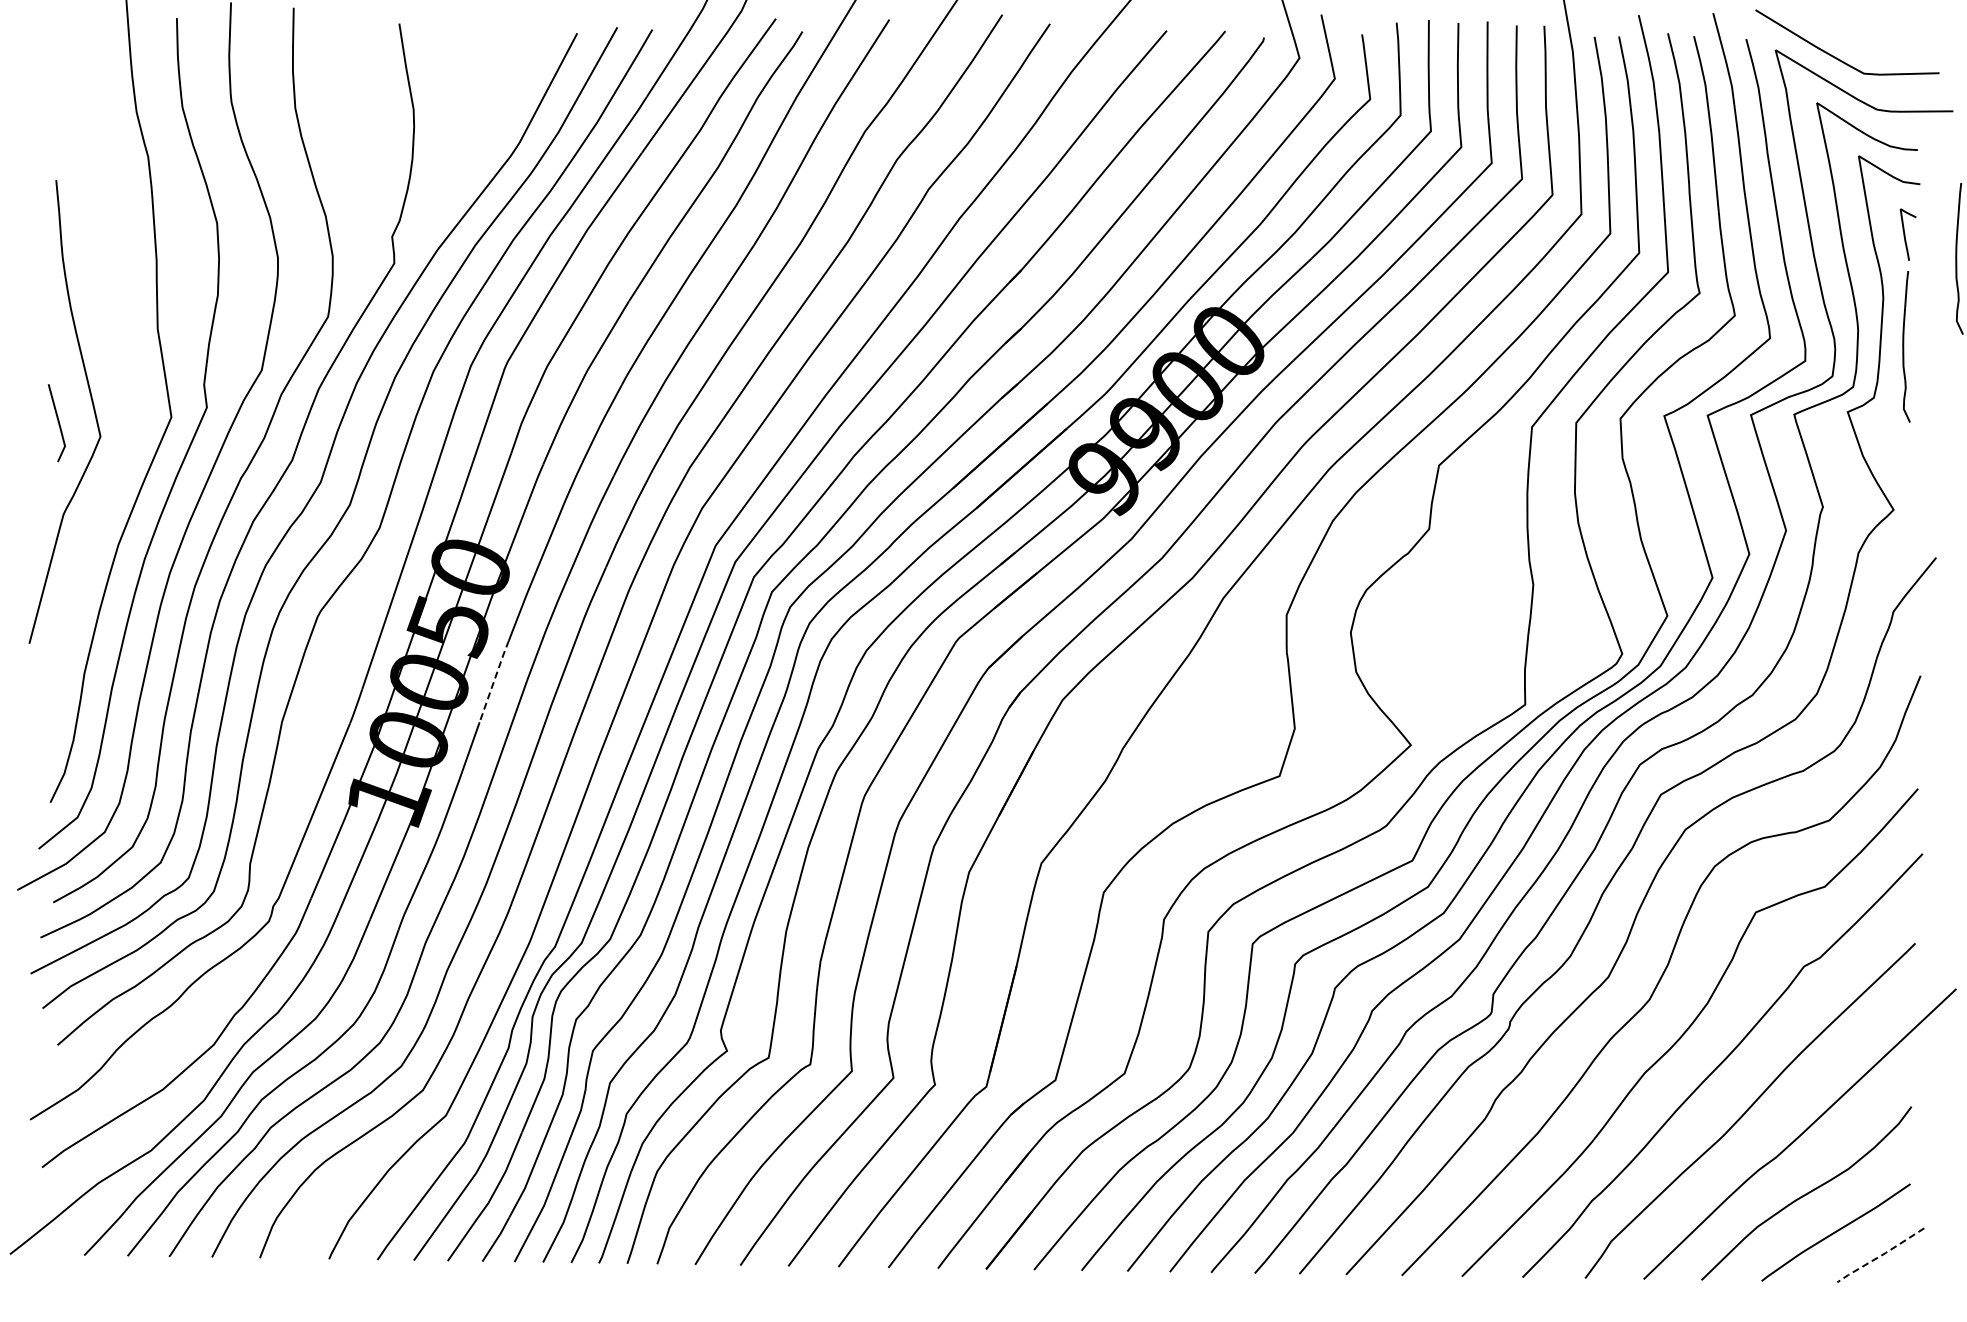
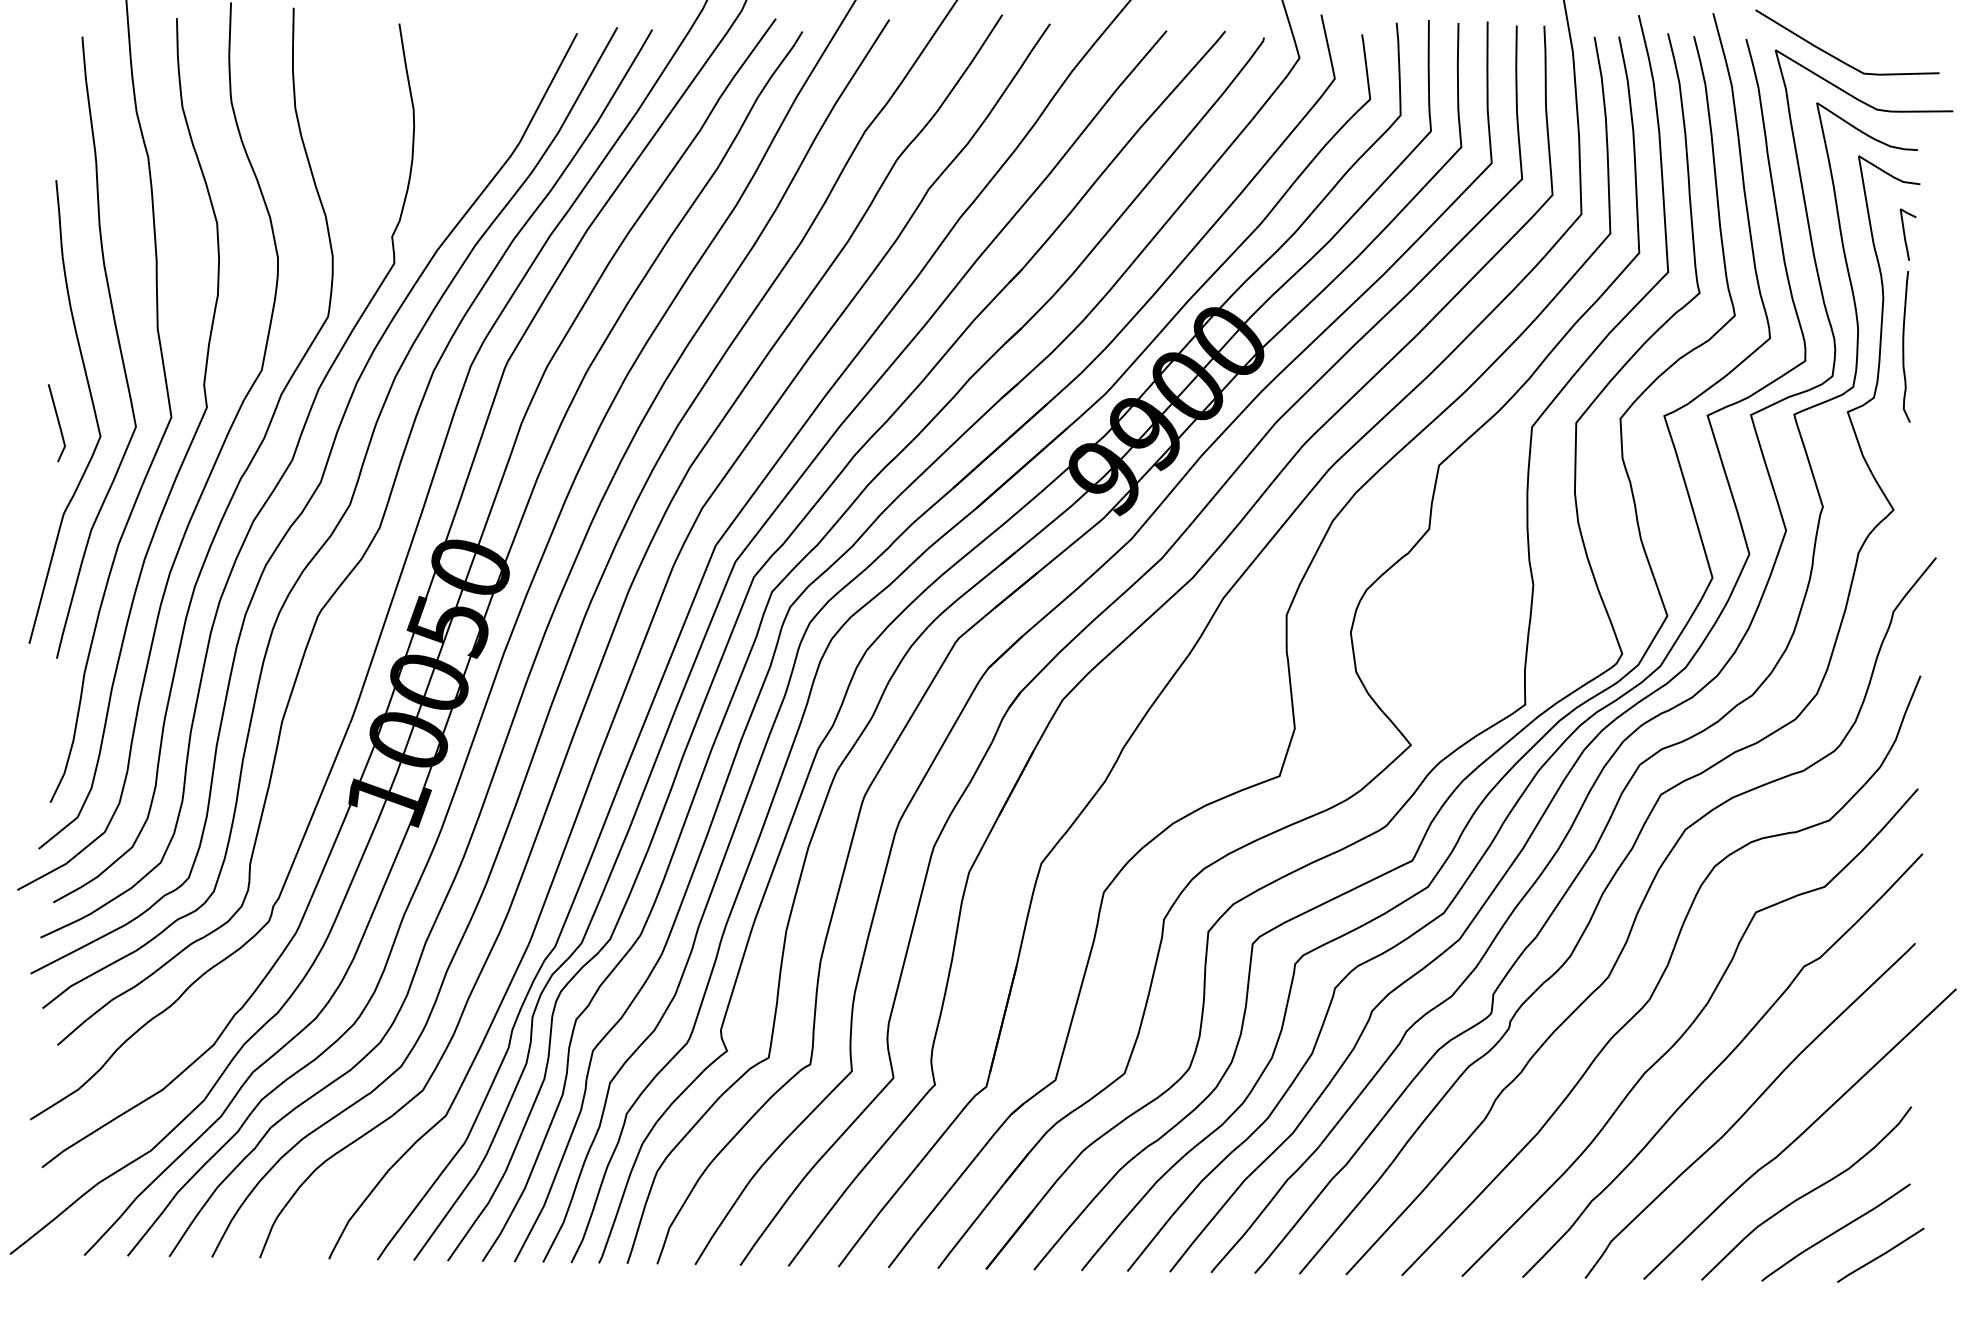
curve at (1957, 258): present -> none
curve at (118, 345): none -> present
line at (494, 681): dashed -> solid
line at (1880, 1255): dashed -> solid
